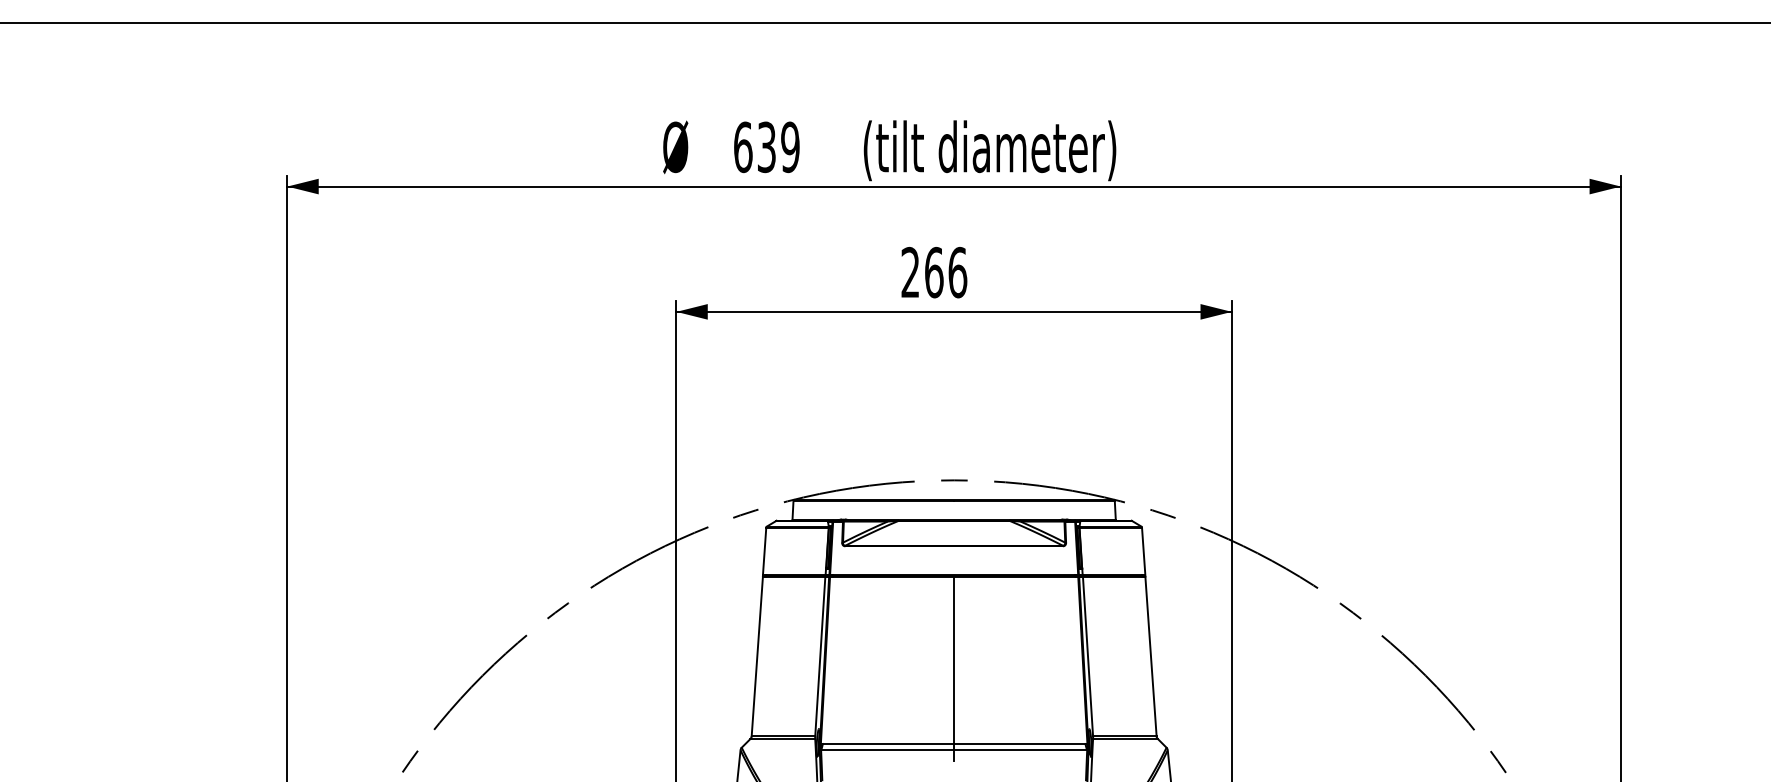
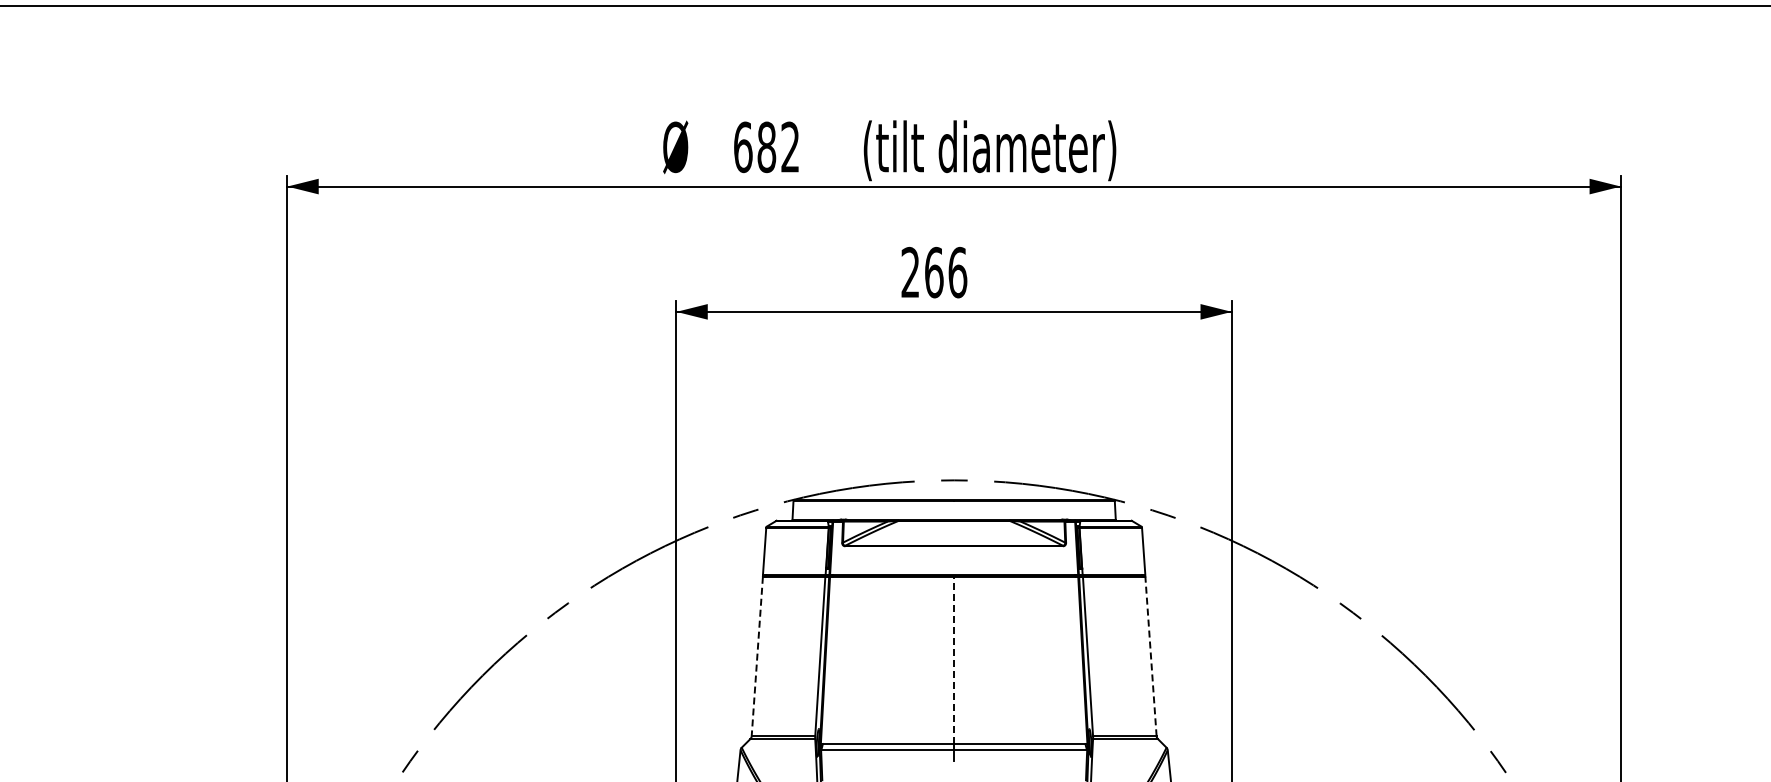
line at (884, 23) position: (884, 23) -> (884, 6)
text at (778, 147): 639 -> 682
line at (757, 656): solid -> dashed
line at (1151, 656): solid -> dashed
line at (954, 660): solid -> dashed
